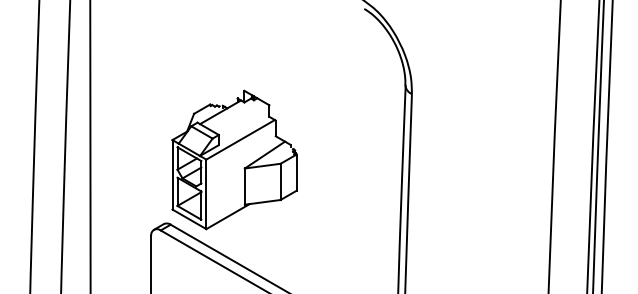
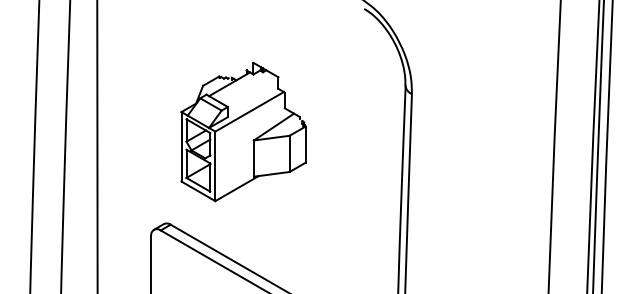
line at (90, 146) position: (90, 146) -> (97, 146)
part at (234, 159) position: (234, 159) -> (243, 131)
